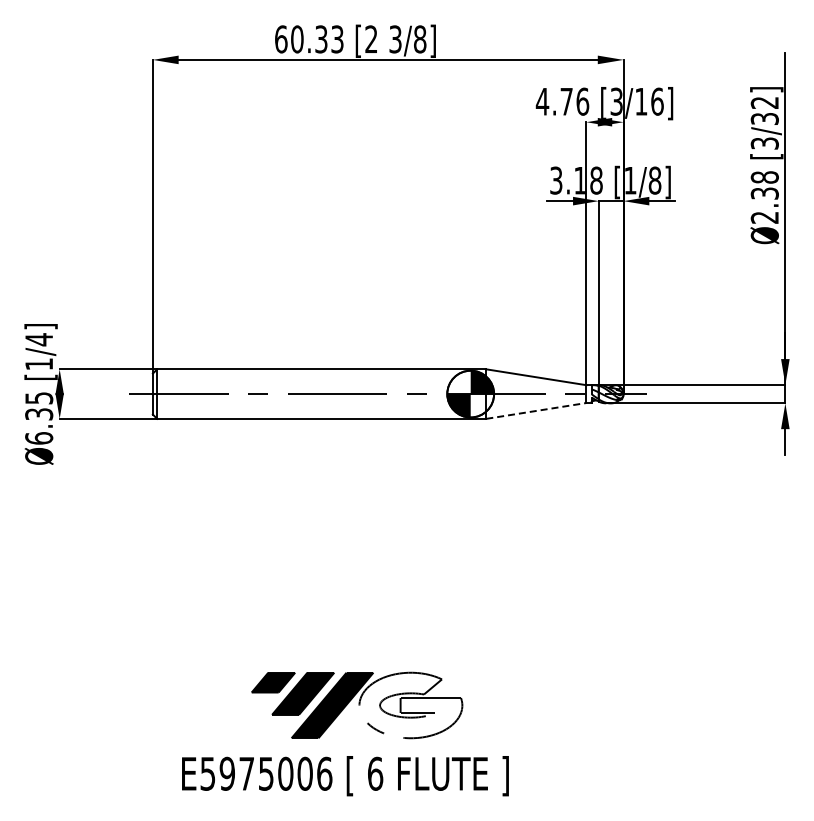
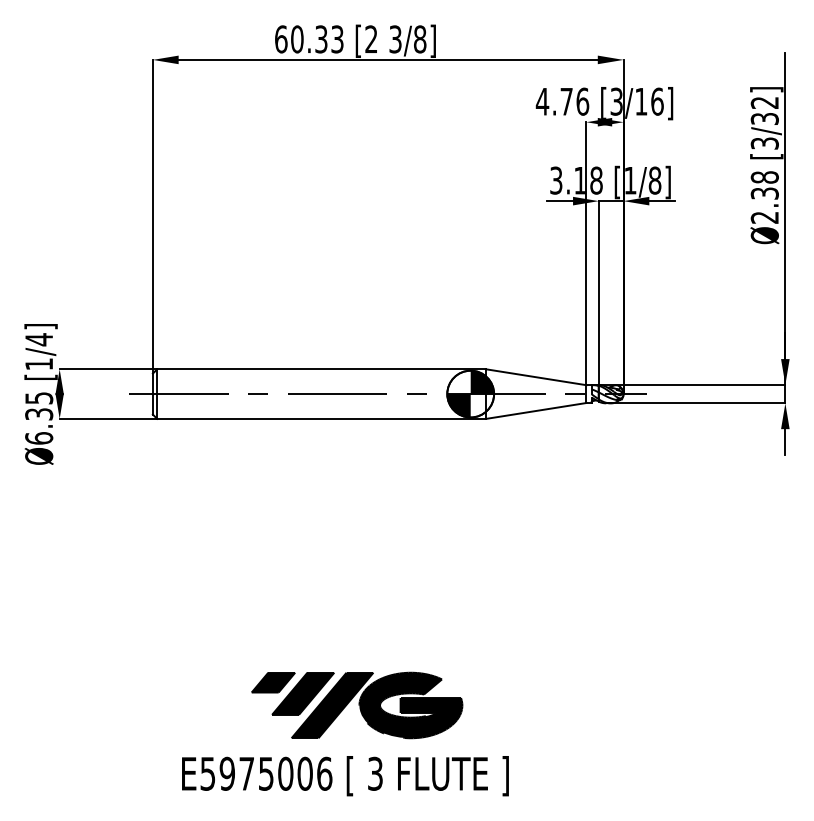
line at (536, 410): dashed -> solid
fill at (410, 705): none -> present
text at (375, 773): 6 -> 3
